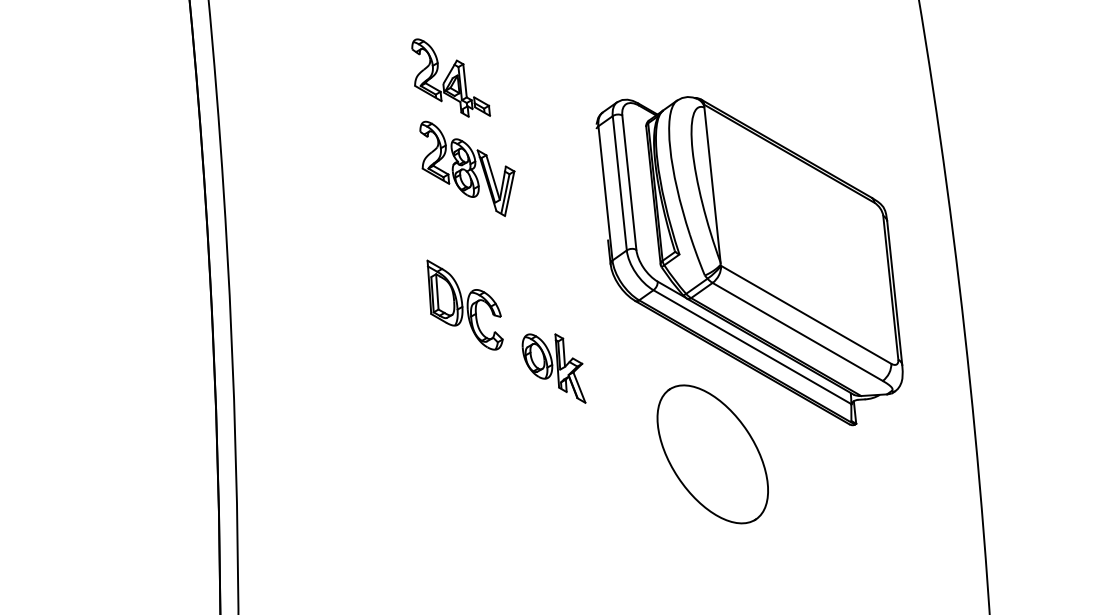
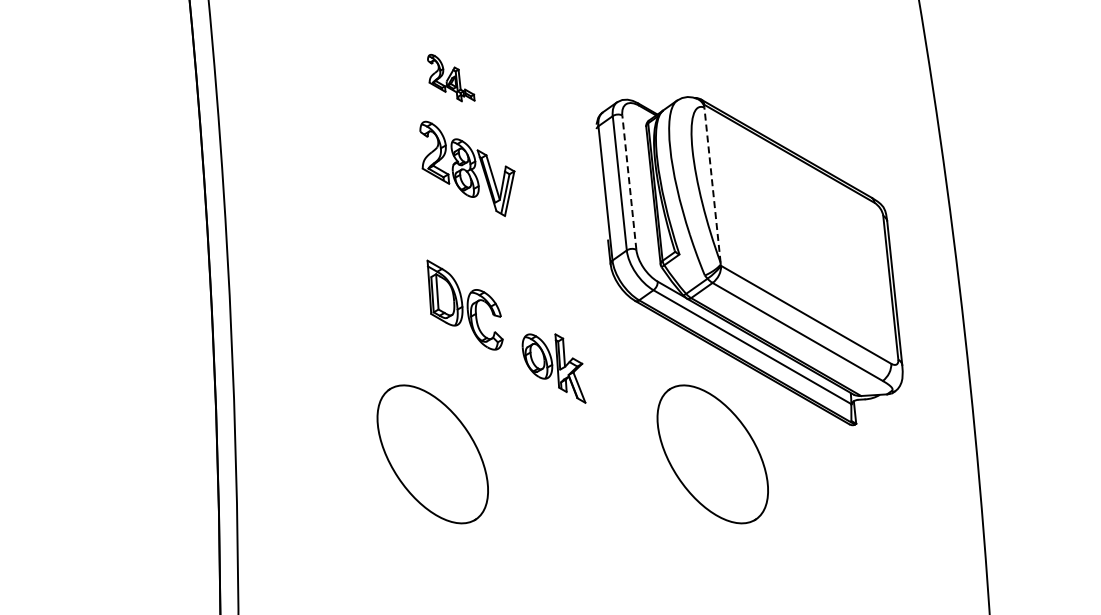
part at (451, 77) size: 81x80 px -> 49x49 px
line at (629, 182): solid -> dashed
line at (712, 184): solid -> dashed
part at (432, 454): none -> present
